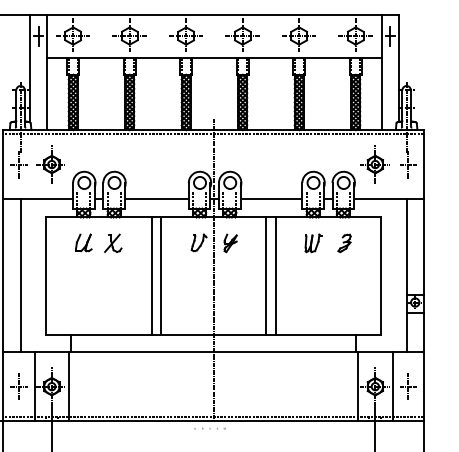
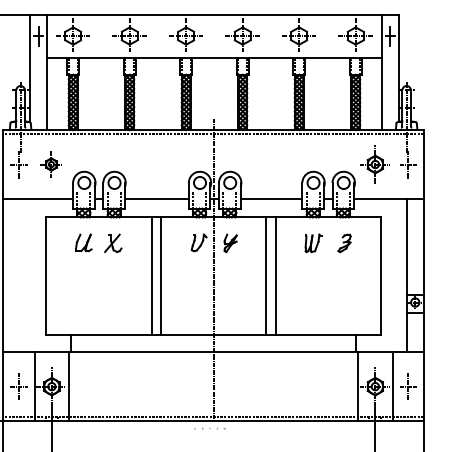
part at (50, 164) size: 29x39 px -> 22x27 px
line at (20, 275): present -> none
